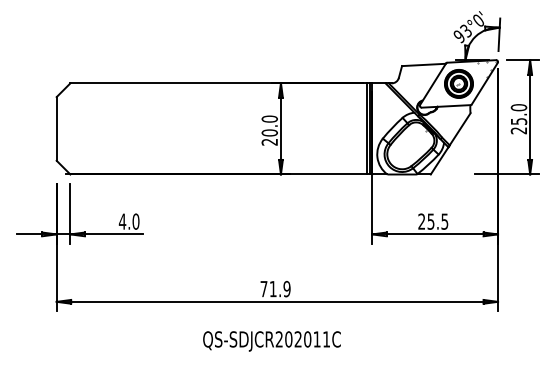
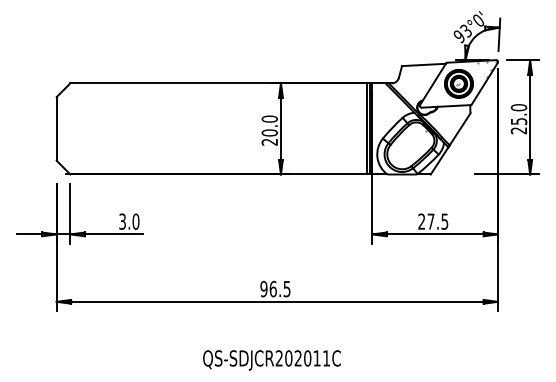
text at (122, 221): 4.0 -> 3.0
text at (430, 221): 25.5 -> 27.5
text at (275, 288): 71.9 -> 96.5
text at (271, 341) position: (271, 341) -> (271, 360)
